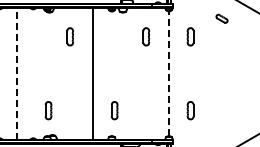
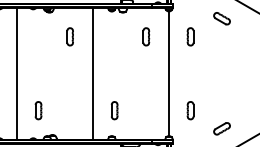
part at (221, 18) size: 14x11 px -> 18x14 px
line at (17, 73): dashed -> solid
line at (169, 73): dashed -> solid
part at (48, 110) position: (48, 110) -> (38, 110)
part at (221, 128): none -> present
